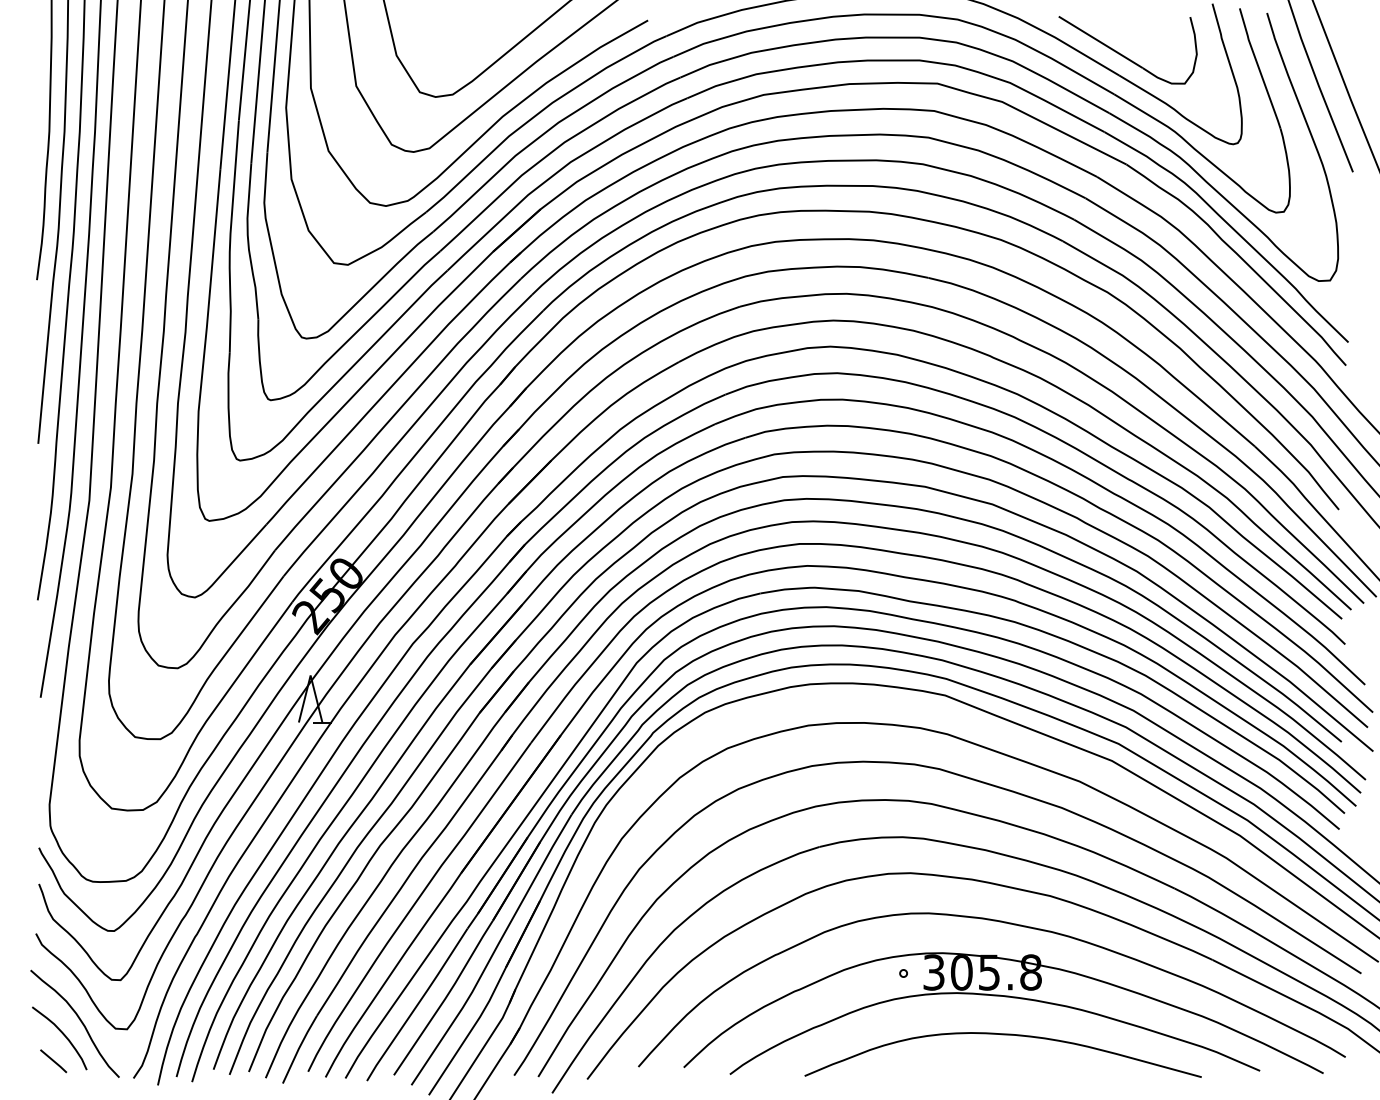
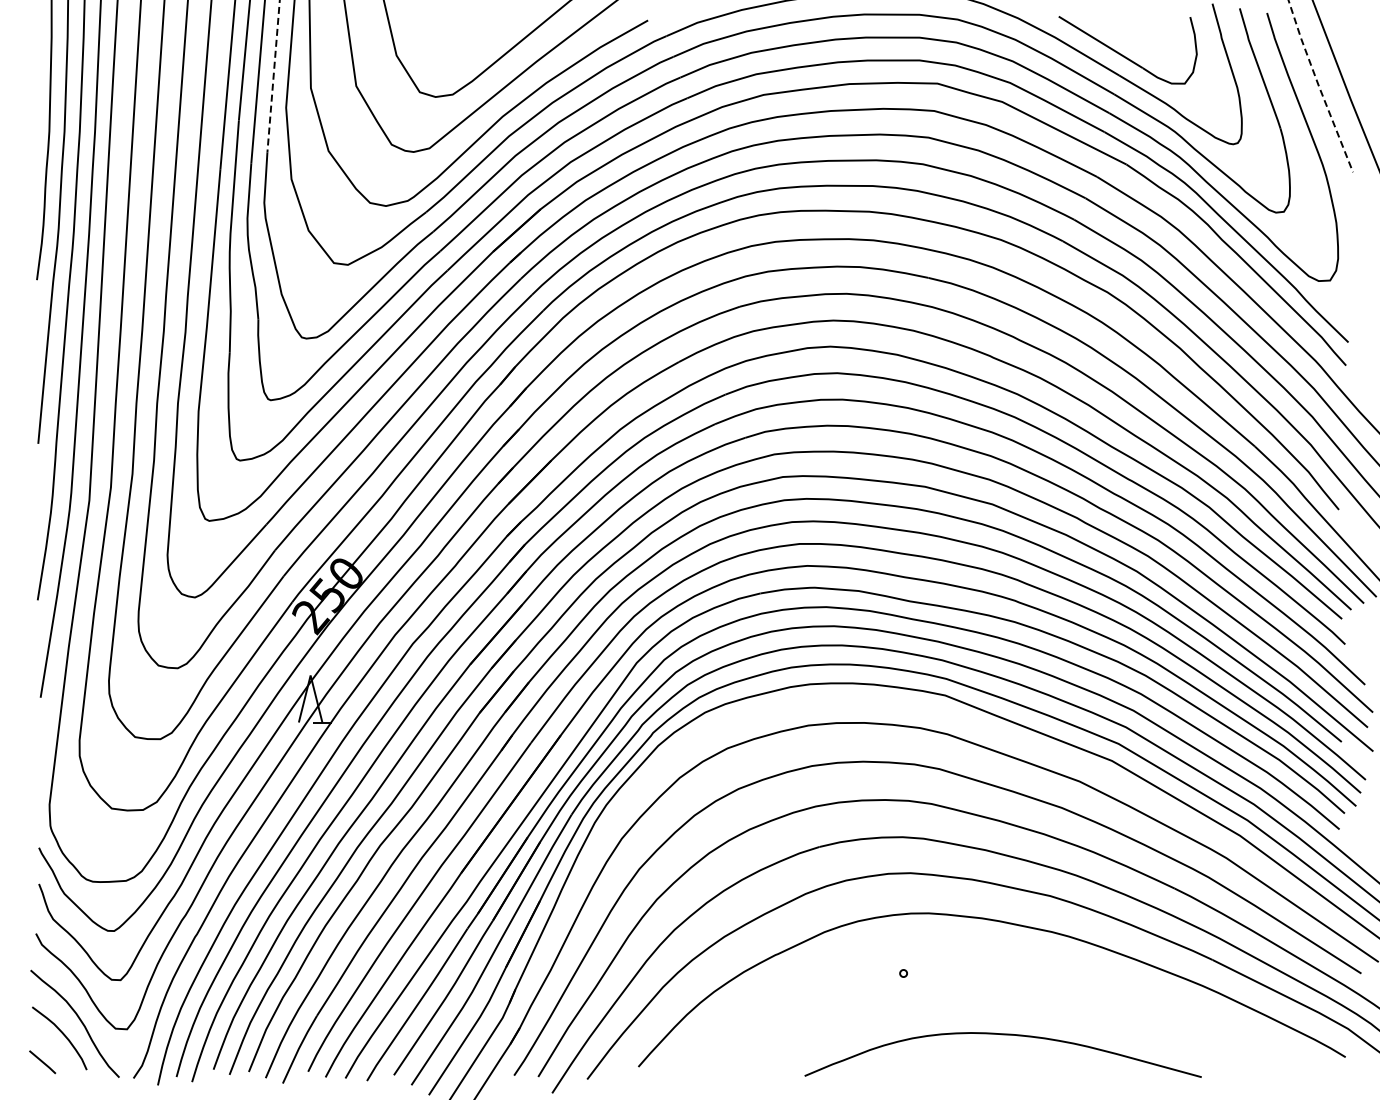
line at (273, 76): solid -> dashed
line at (1318, 86): solid -> dashed
part at (1005, 997): present -> none
line at (53, 1061) position: (53, 1061) -> (42, 1062)
